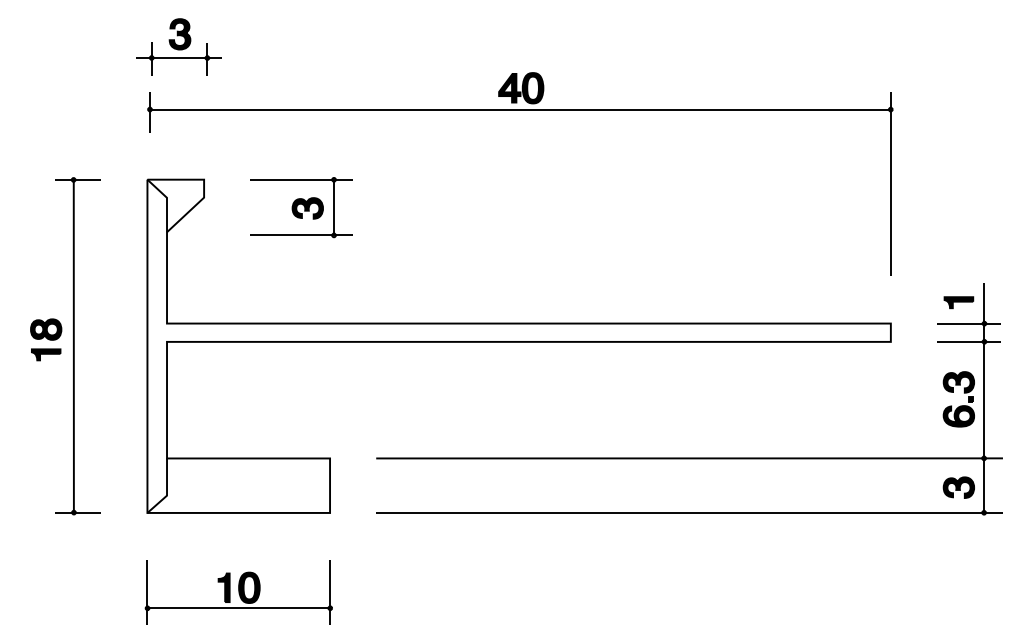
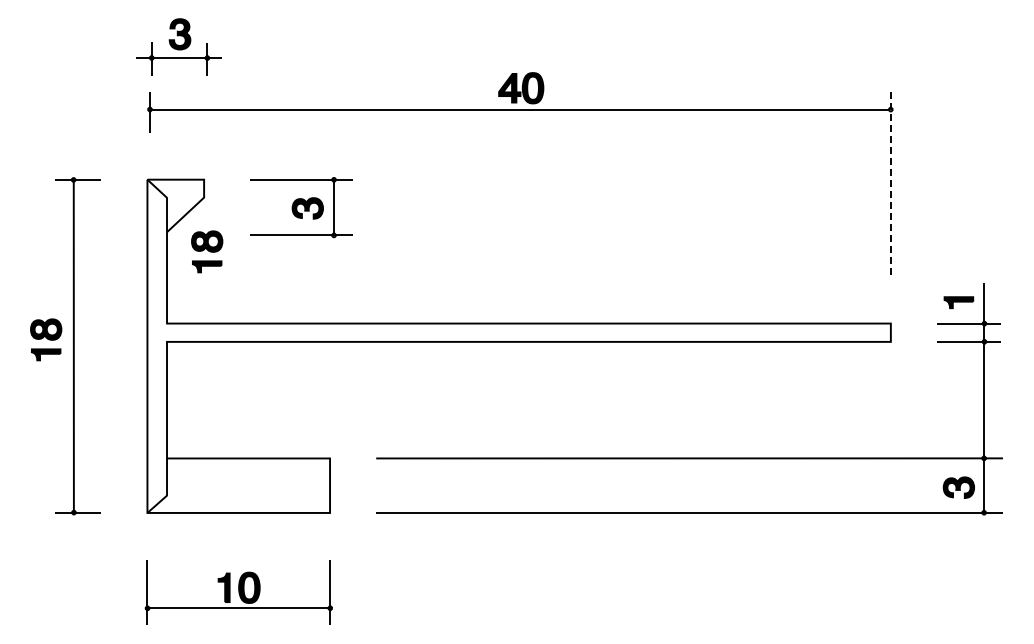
line at (890, 184): solid -> dashed
part at (207, 251): none -> present
part at (960, 405): present -> none
